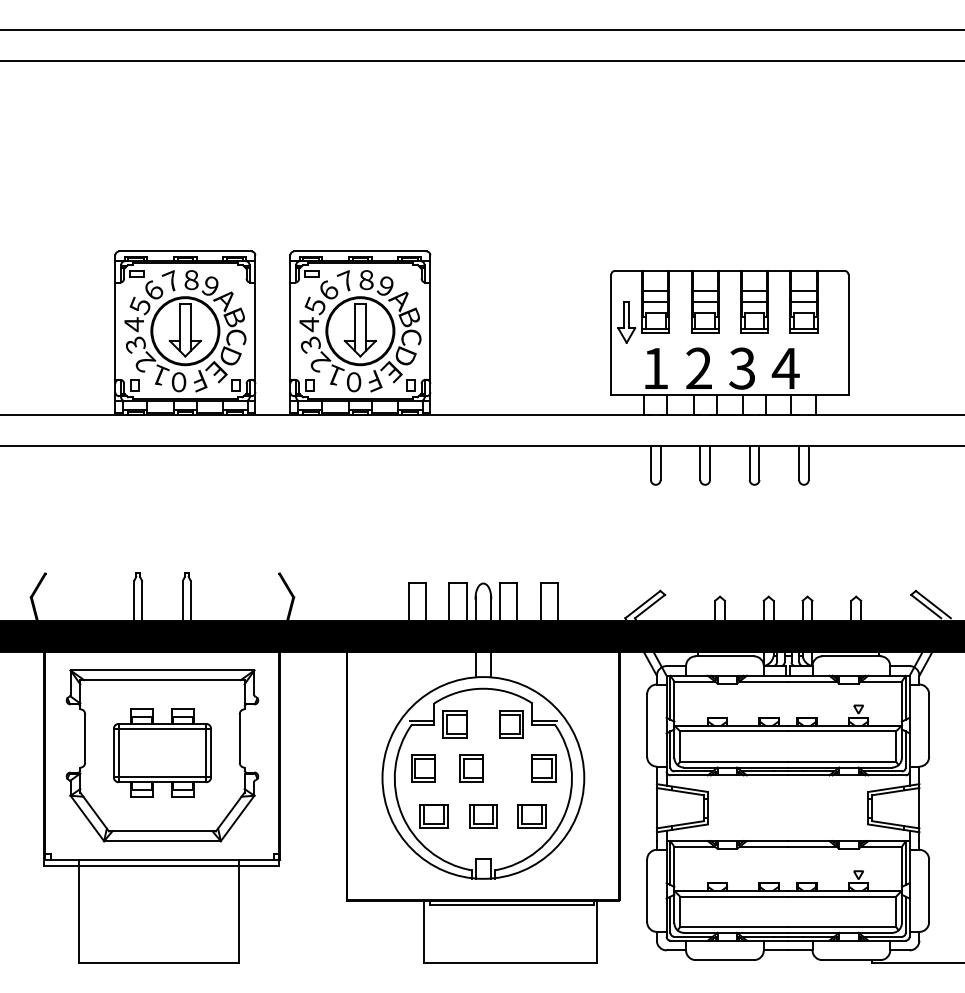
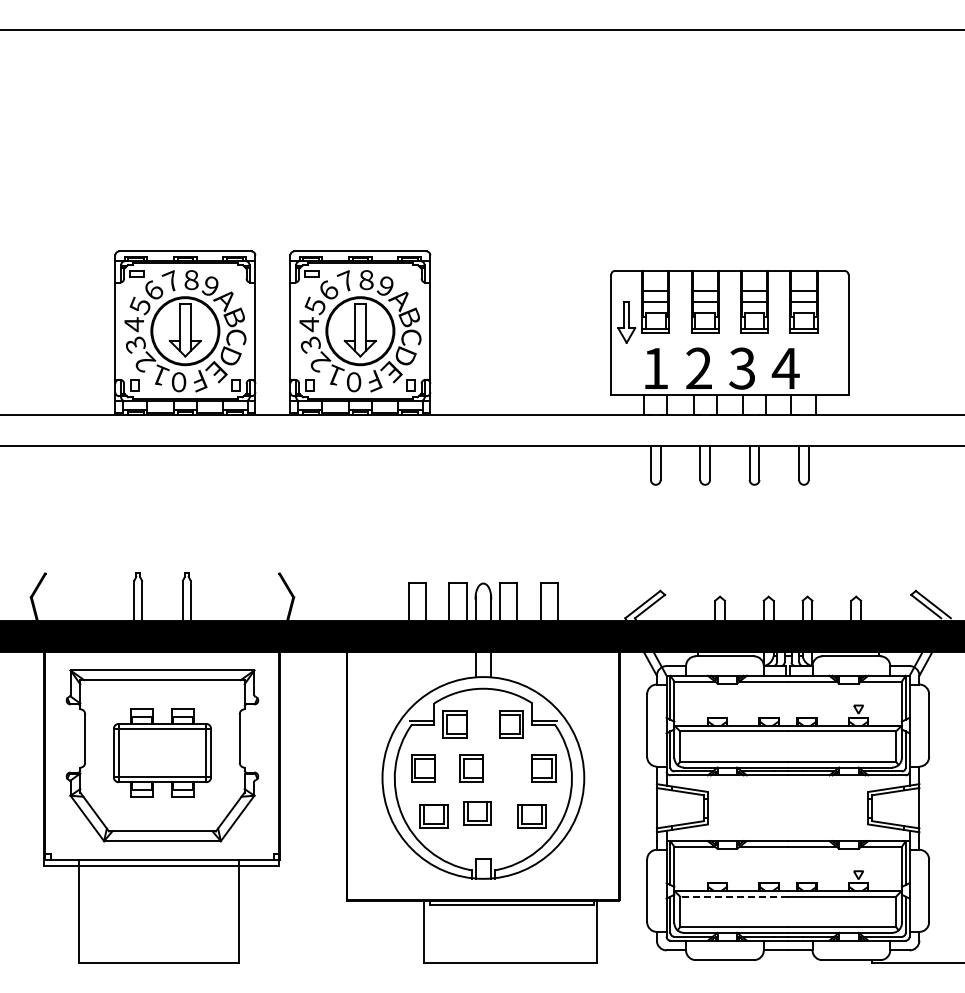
line at (481, 60): present -> none
part at (483, 816) position: (483, 816) -> (477, 813)
line at (734, 896): solid -> dashed
